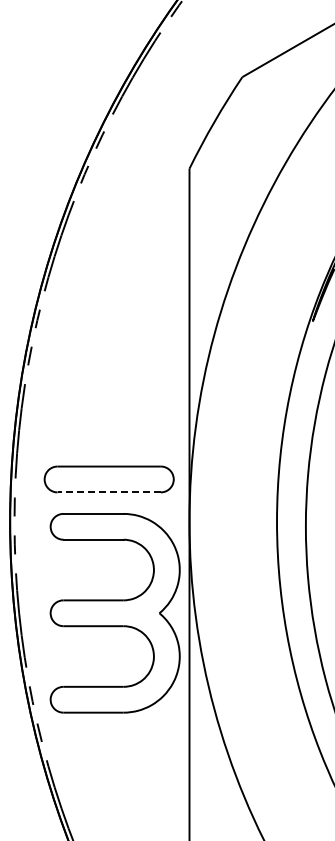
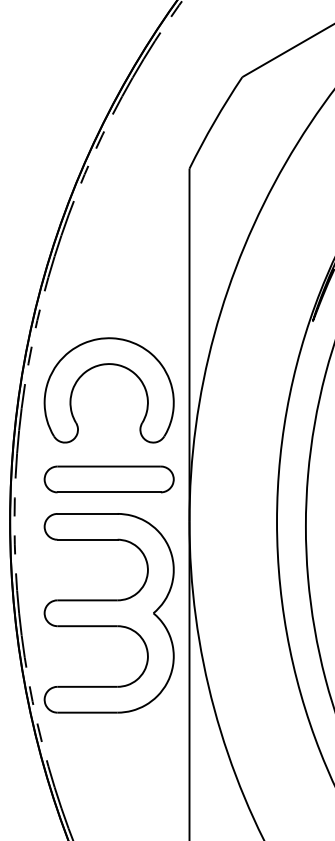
part at (106, 365): none -> present
line at (109, 492): dashed -> solid
part at (114, 613) position: (114, 613) -> (108, 613)
